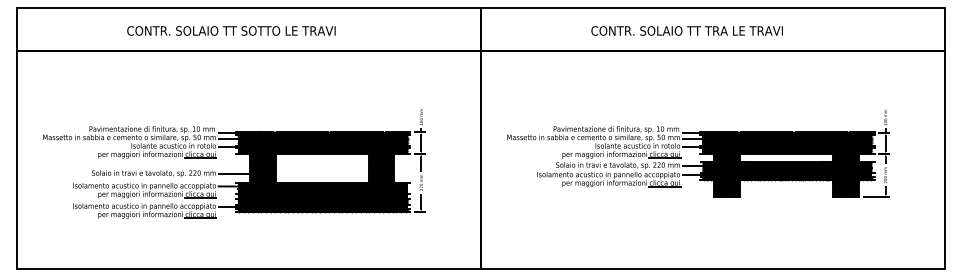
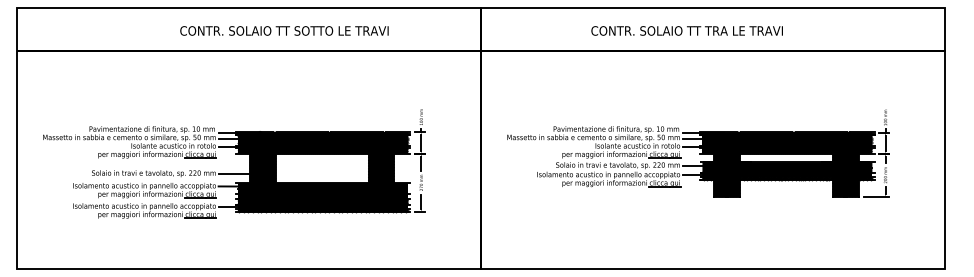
text at (231, 30) position: (231, 30) -> (284, 30)
